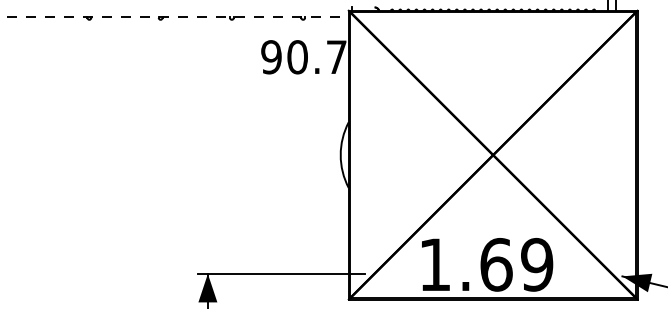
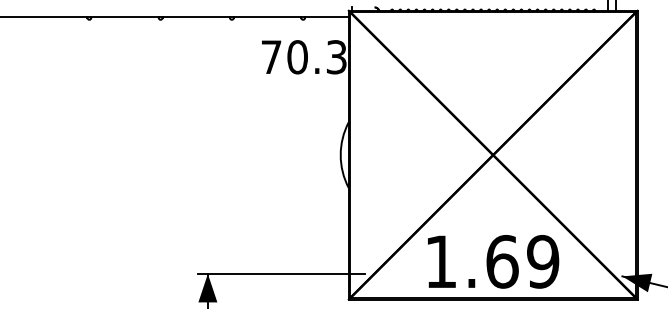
line at (174, 17): dashed -> solid
text at (303, 57): 90.7 -> 70.3
text at (487, 264) position: (487, 264) -> (493, 261)
